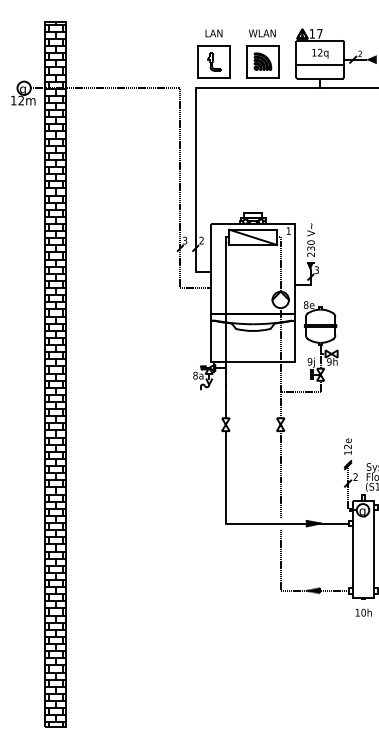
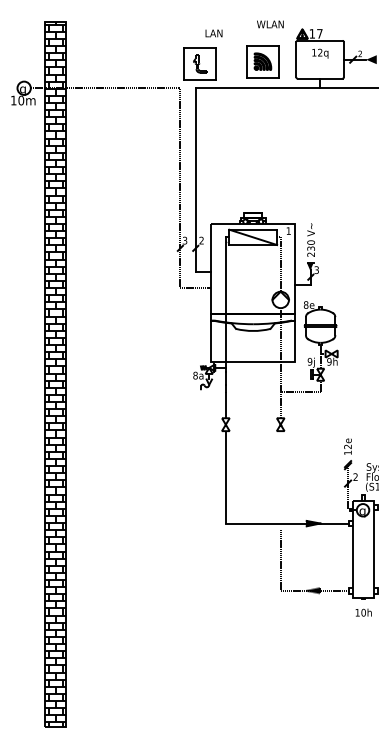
text at (262, 33) position: (262, 33) -> (270, 24)
part at (213, 61) position: (213, 61) -> (199, 63)
line at (319, 64): present -> none
text at (21, 100): 12m -> 10m
line at (280, 474): present -> none
